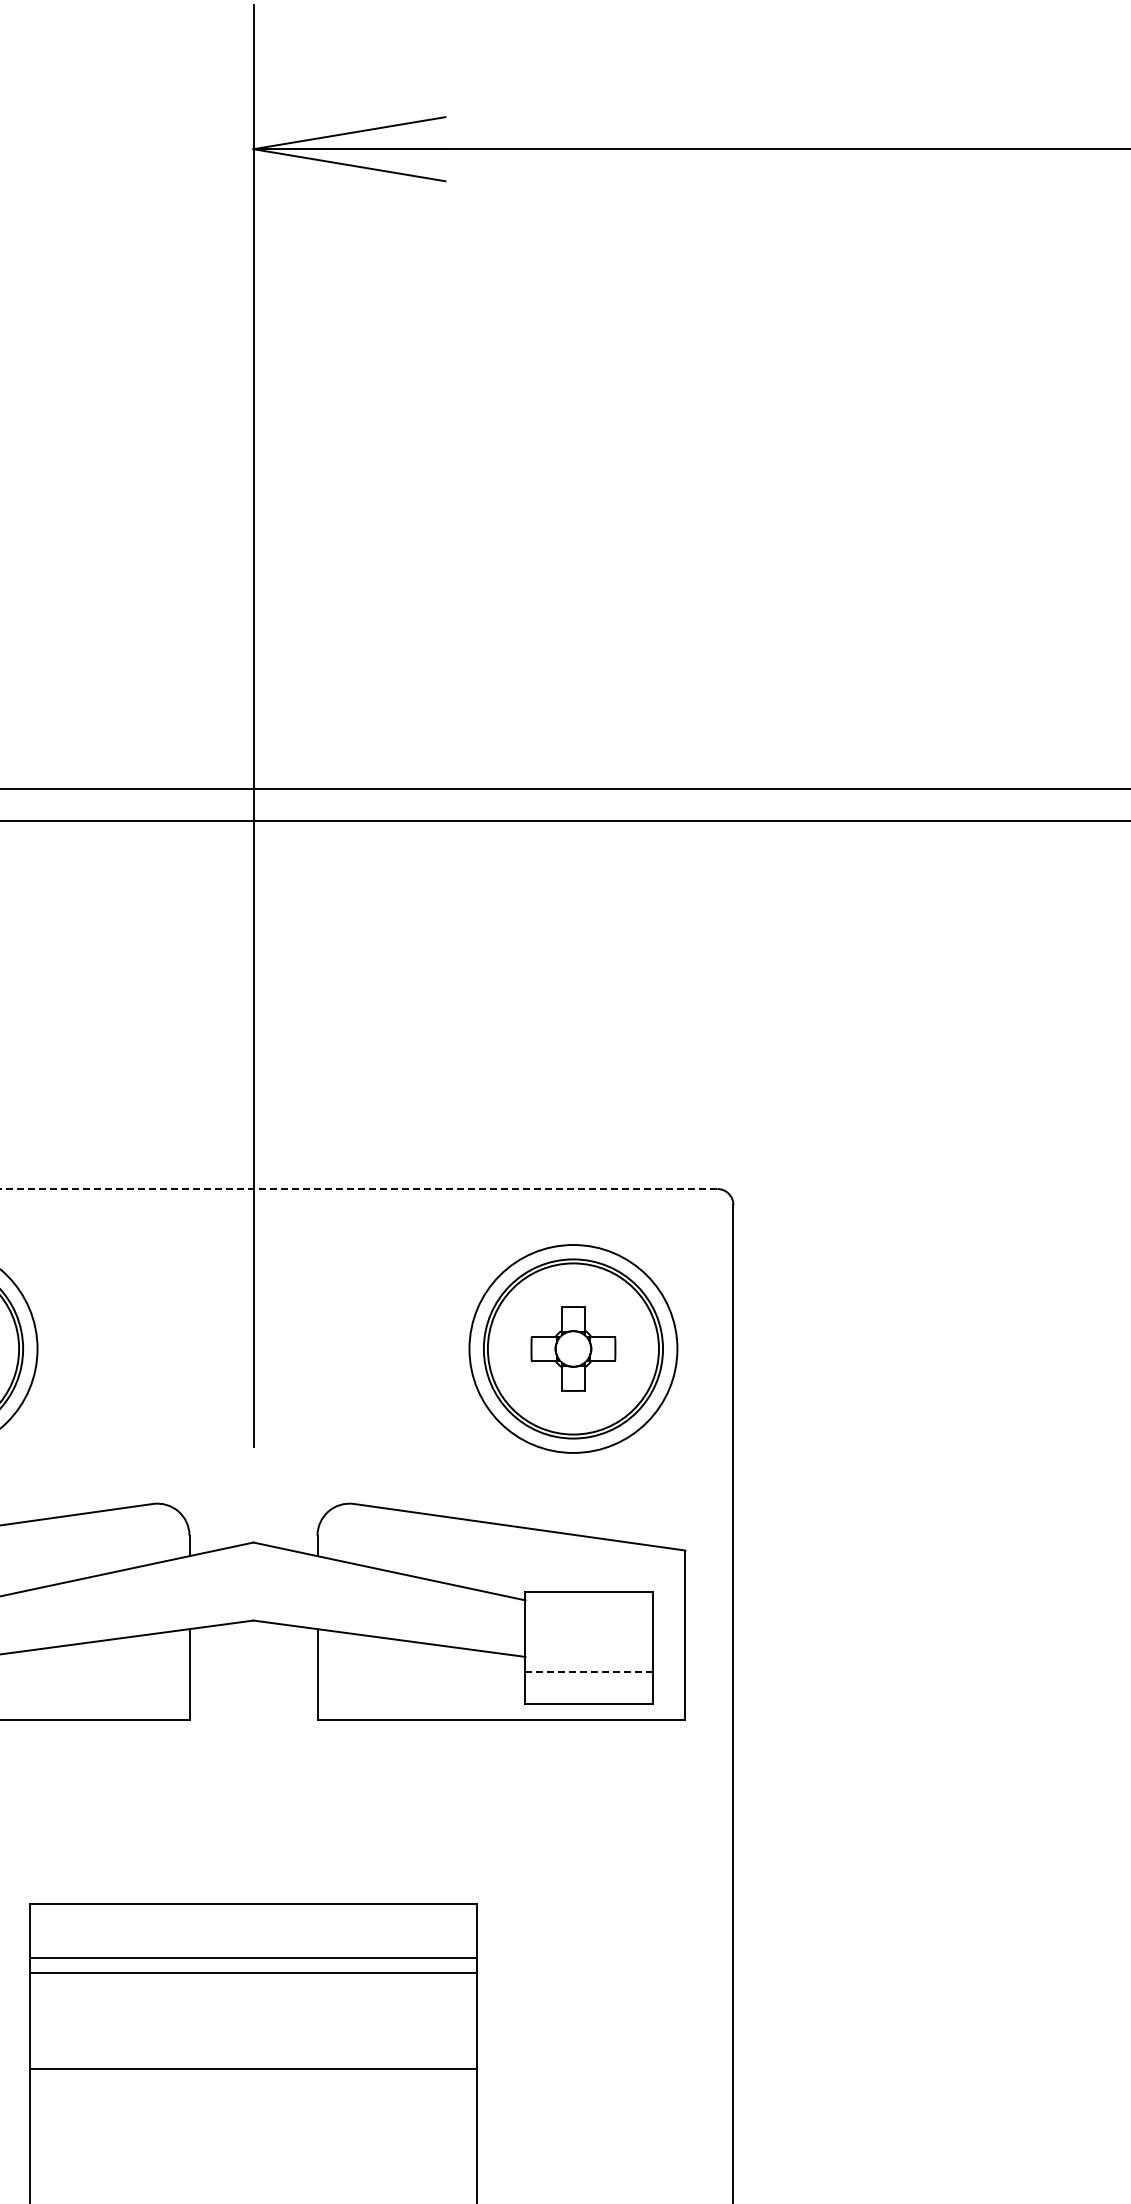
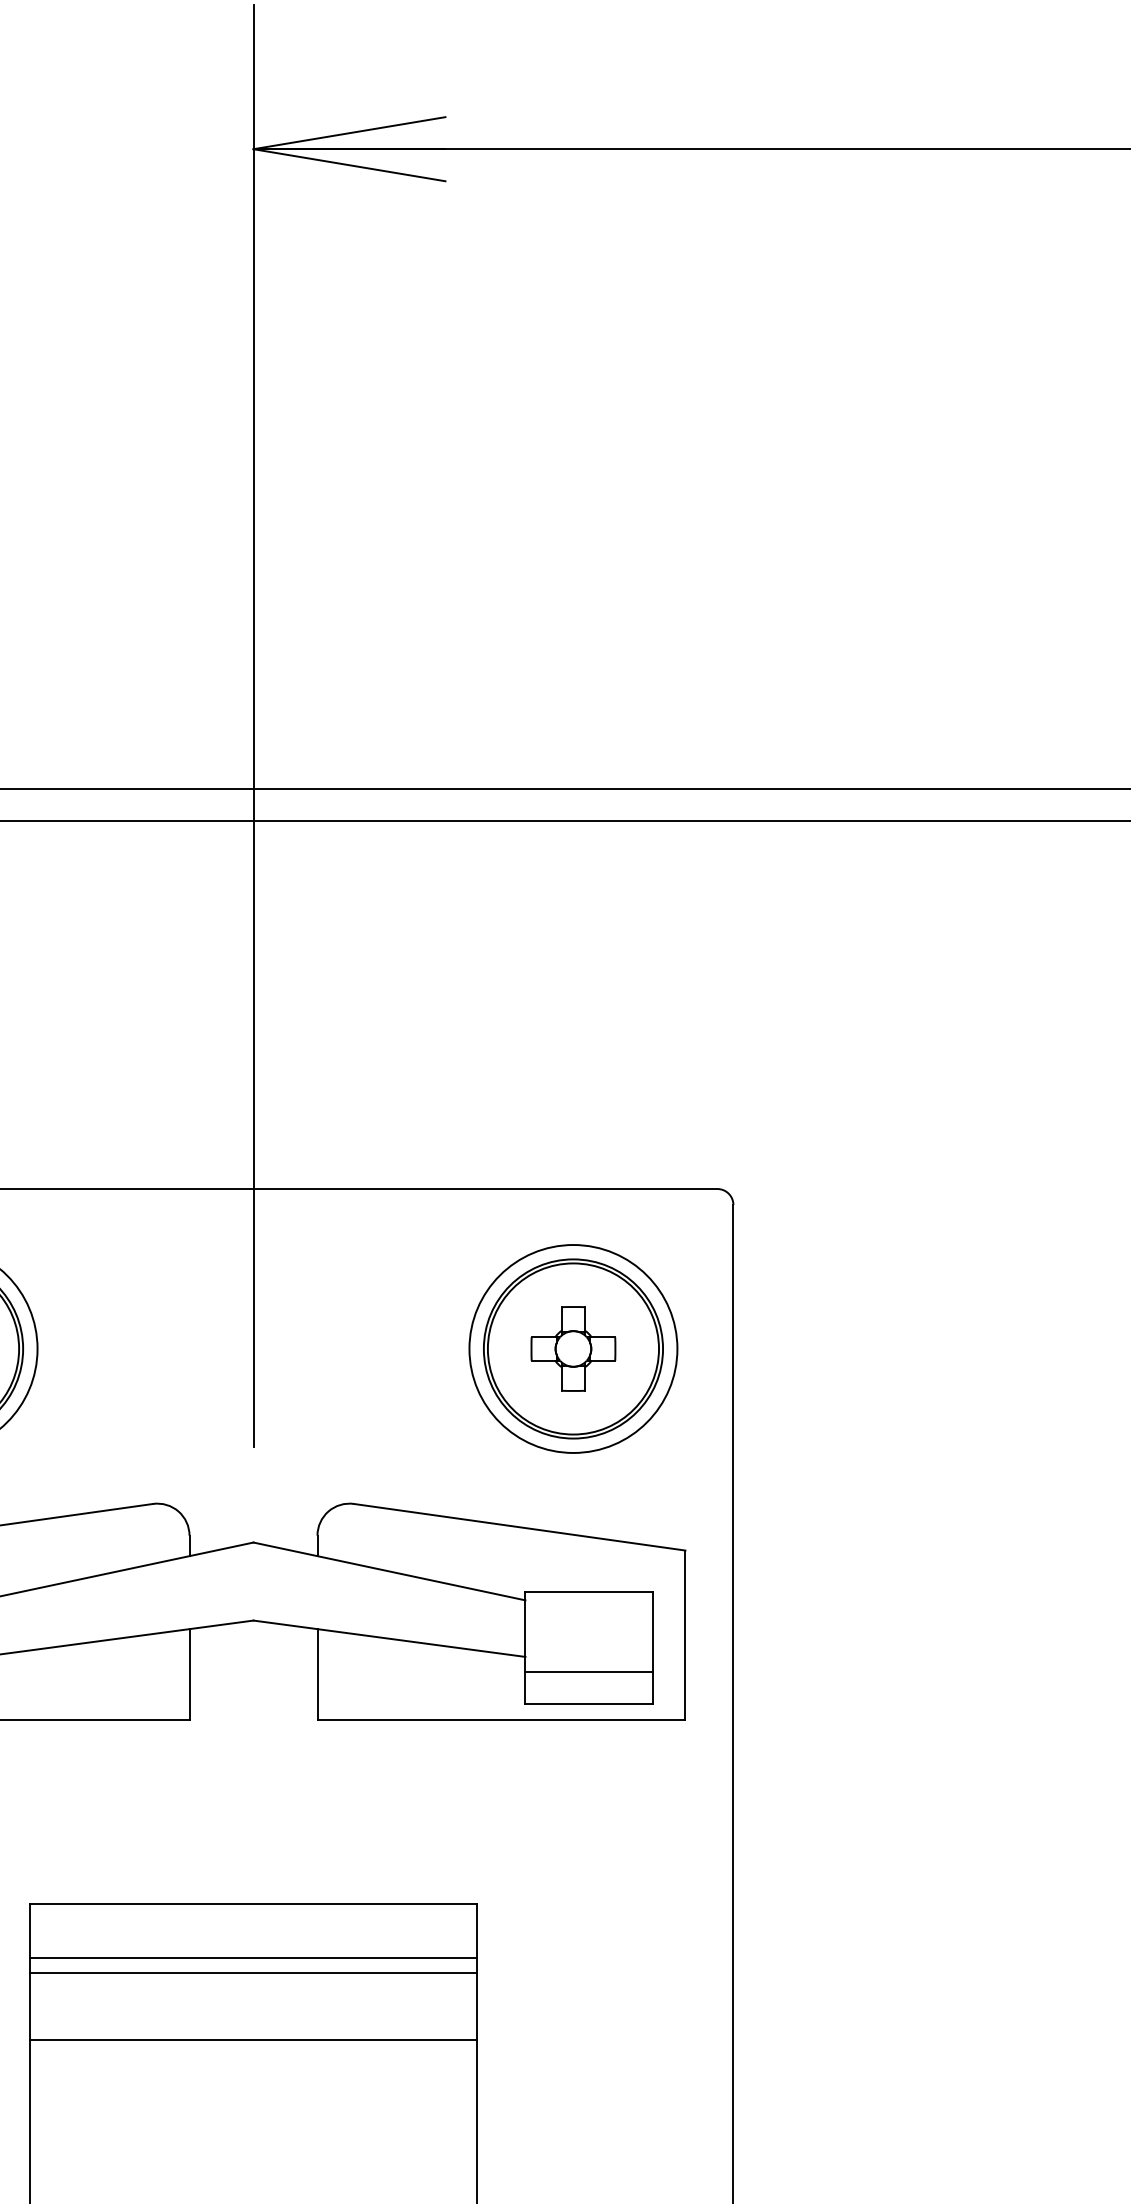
line at (358, 1189): dashed -> solid
line at (589, 1672): dashed -> solid
line at (253, 2068) position: (253, 2068) -> (253, 2039)
